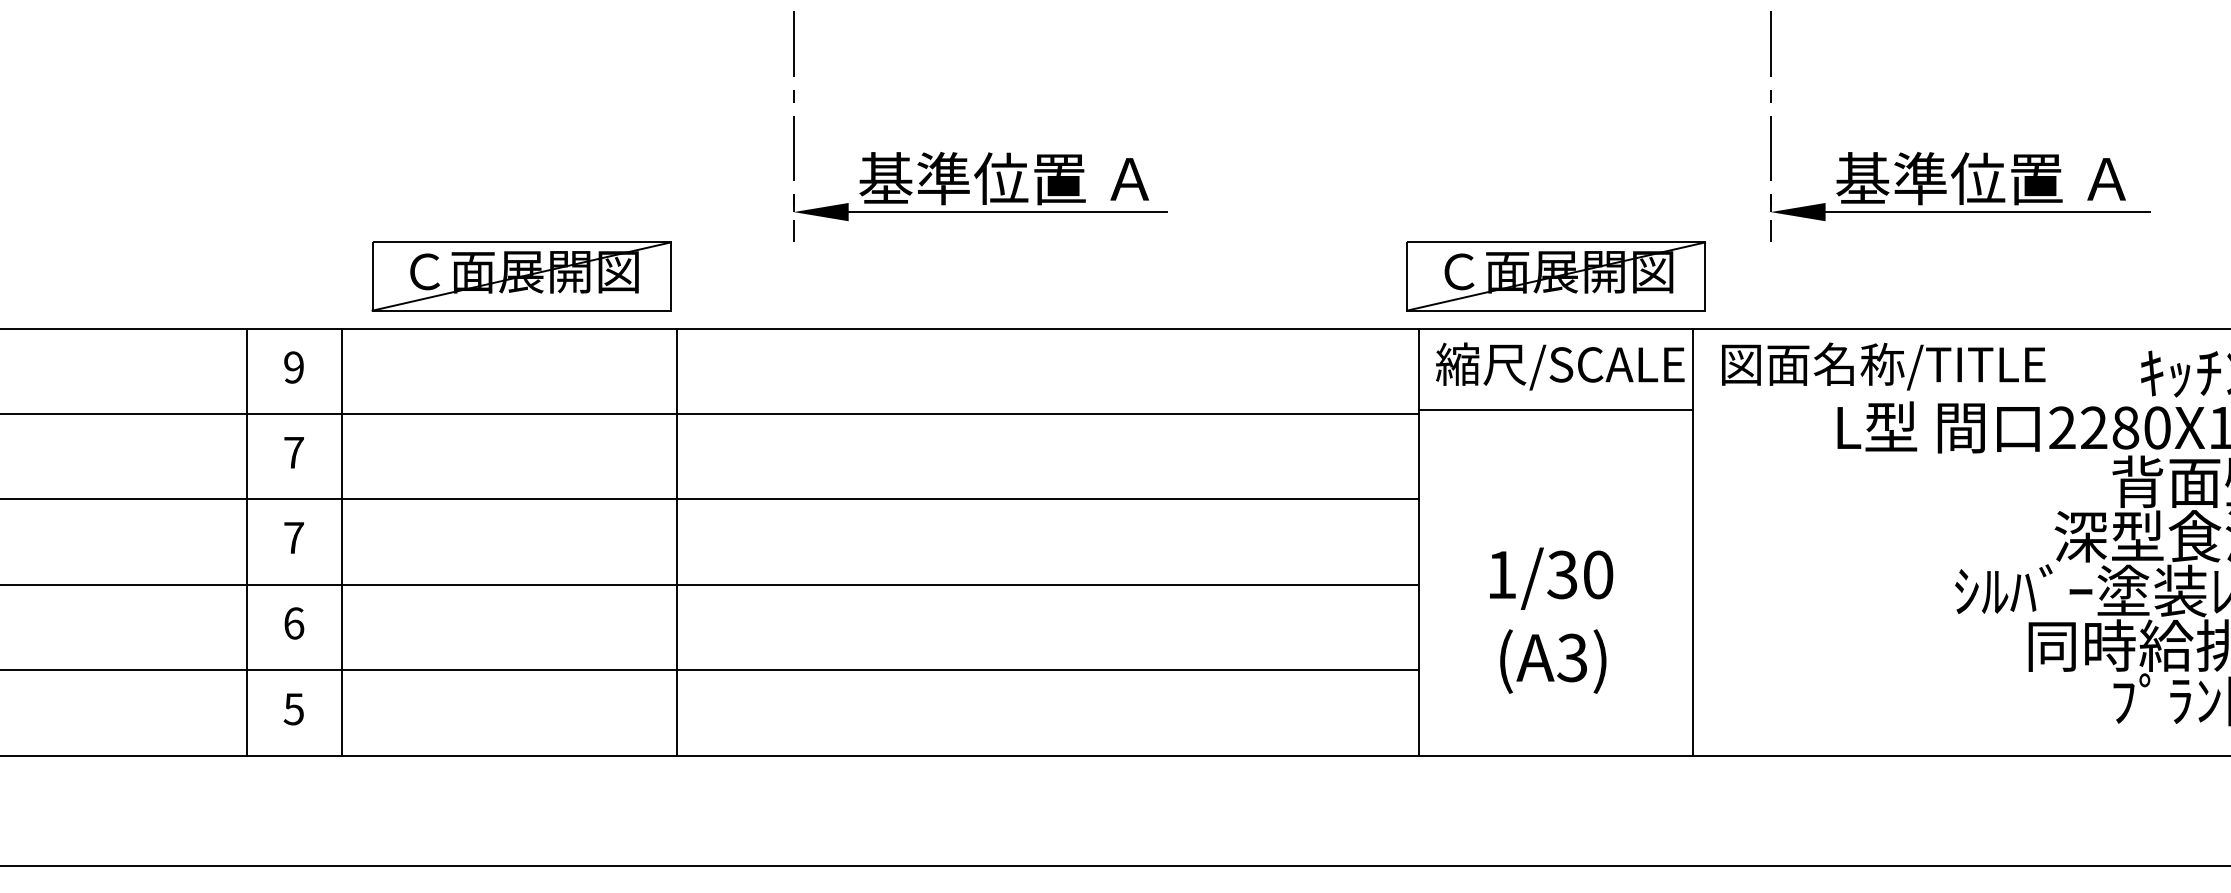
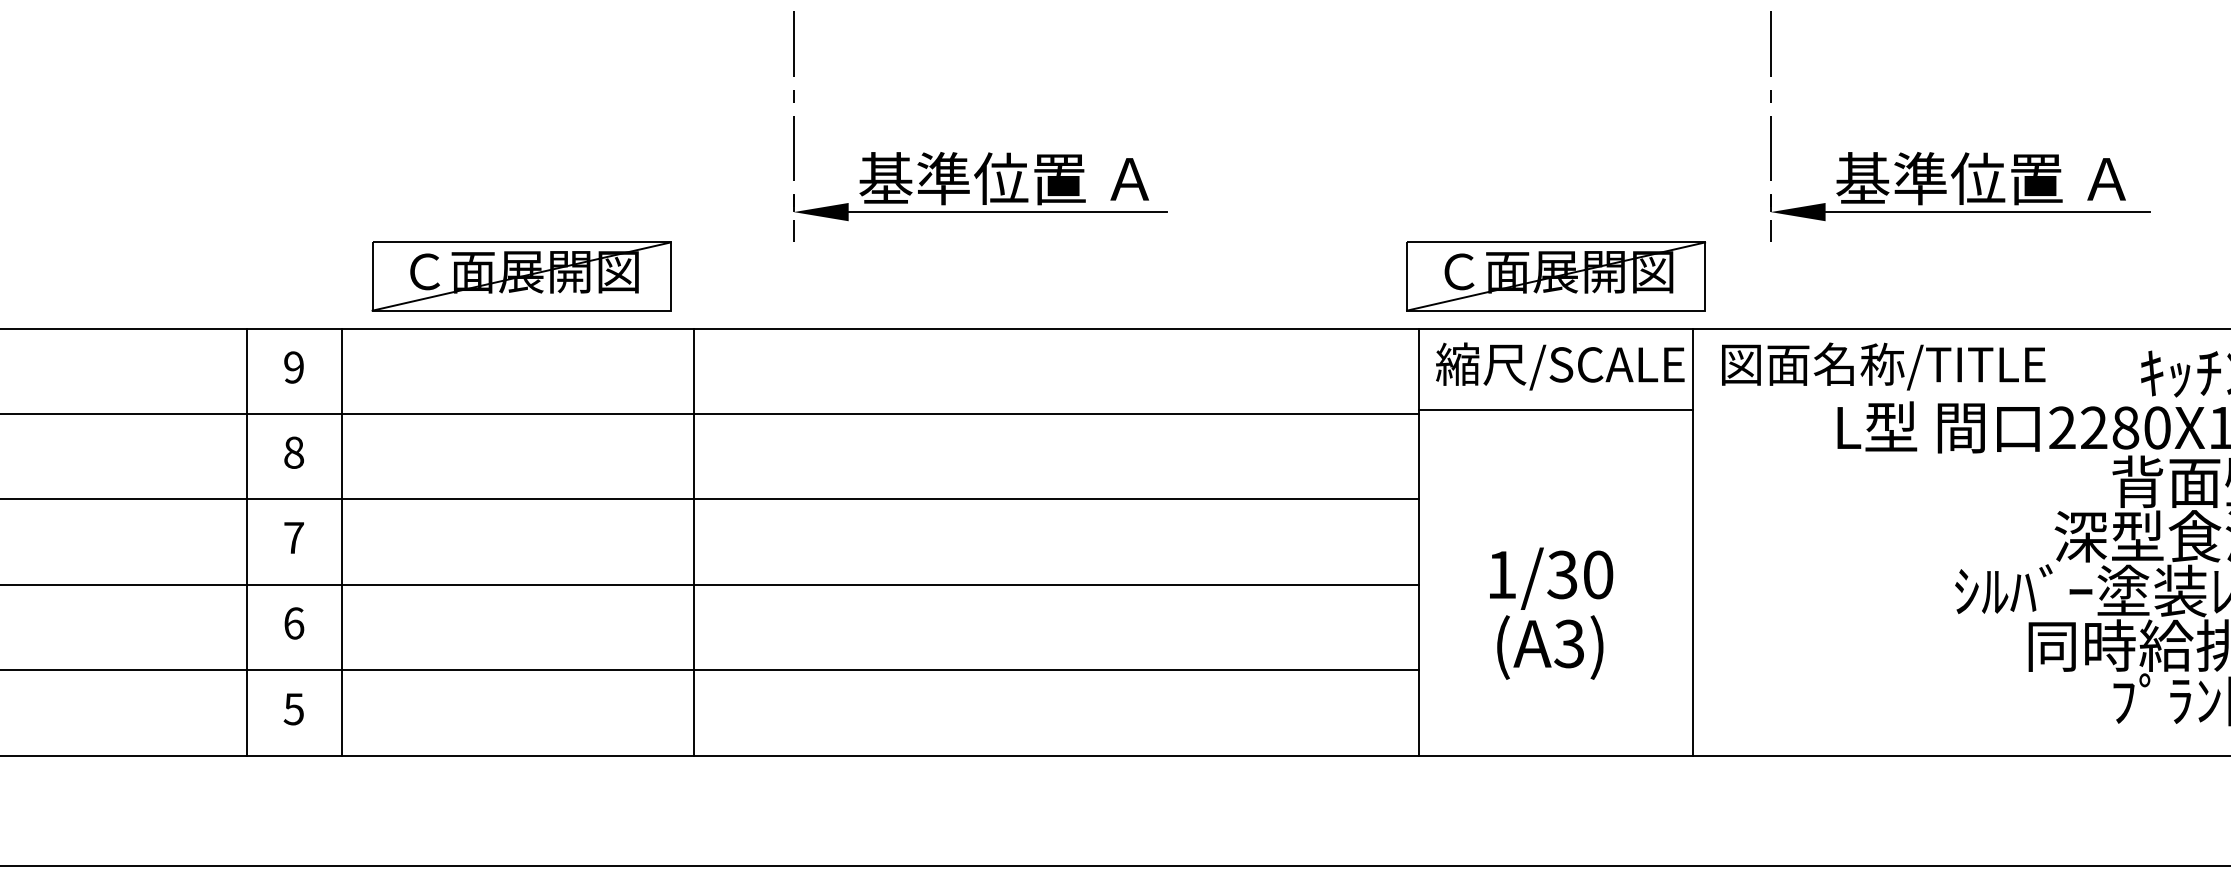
text at (294, 452): 7 -> 8
line at (677, 542) position: (677, 542) -> (694, 542)
text at (1553, 661) position: (1553, 661) -> (1550, 647)
